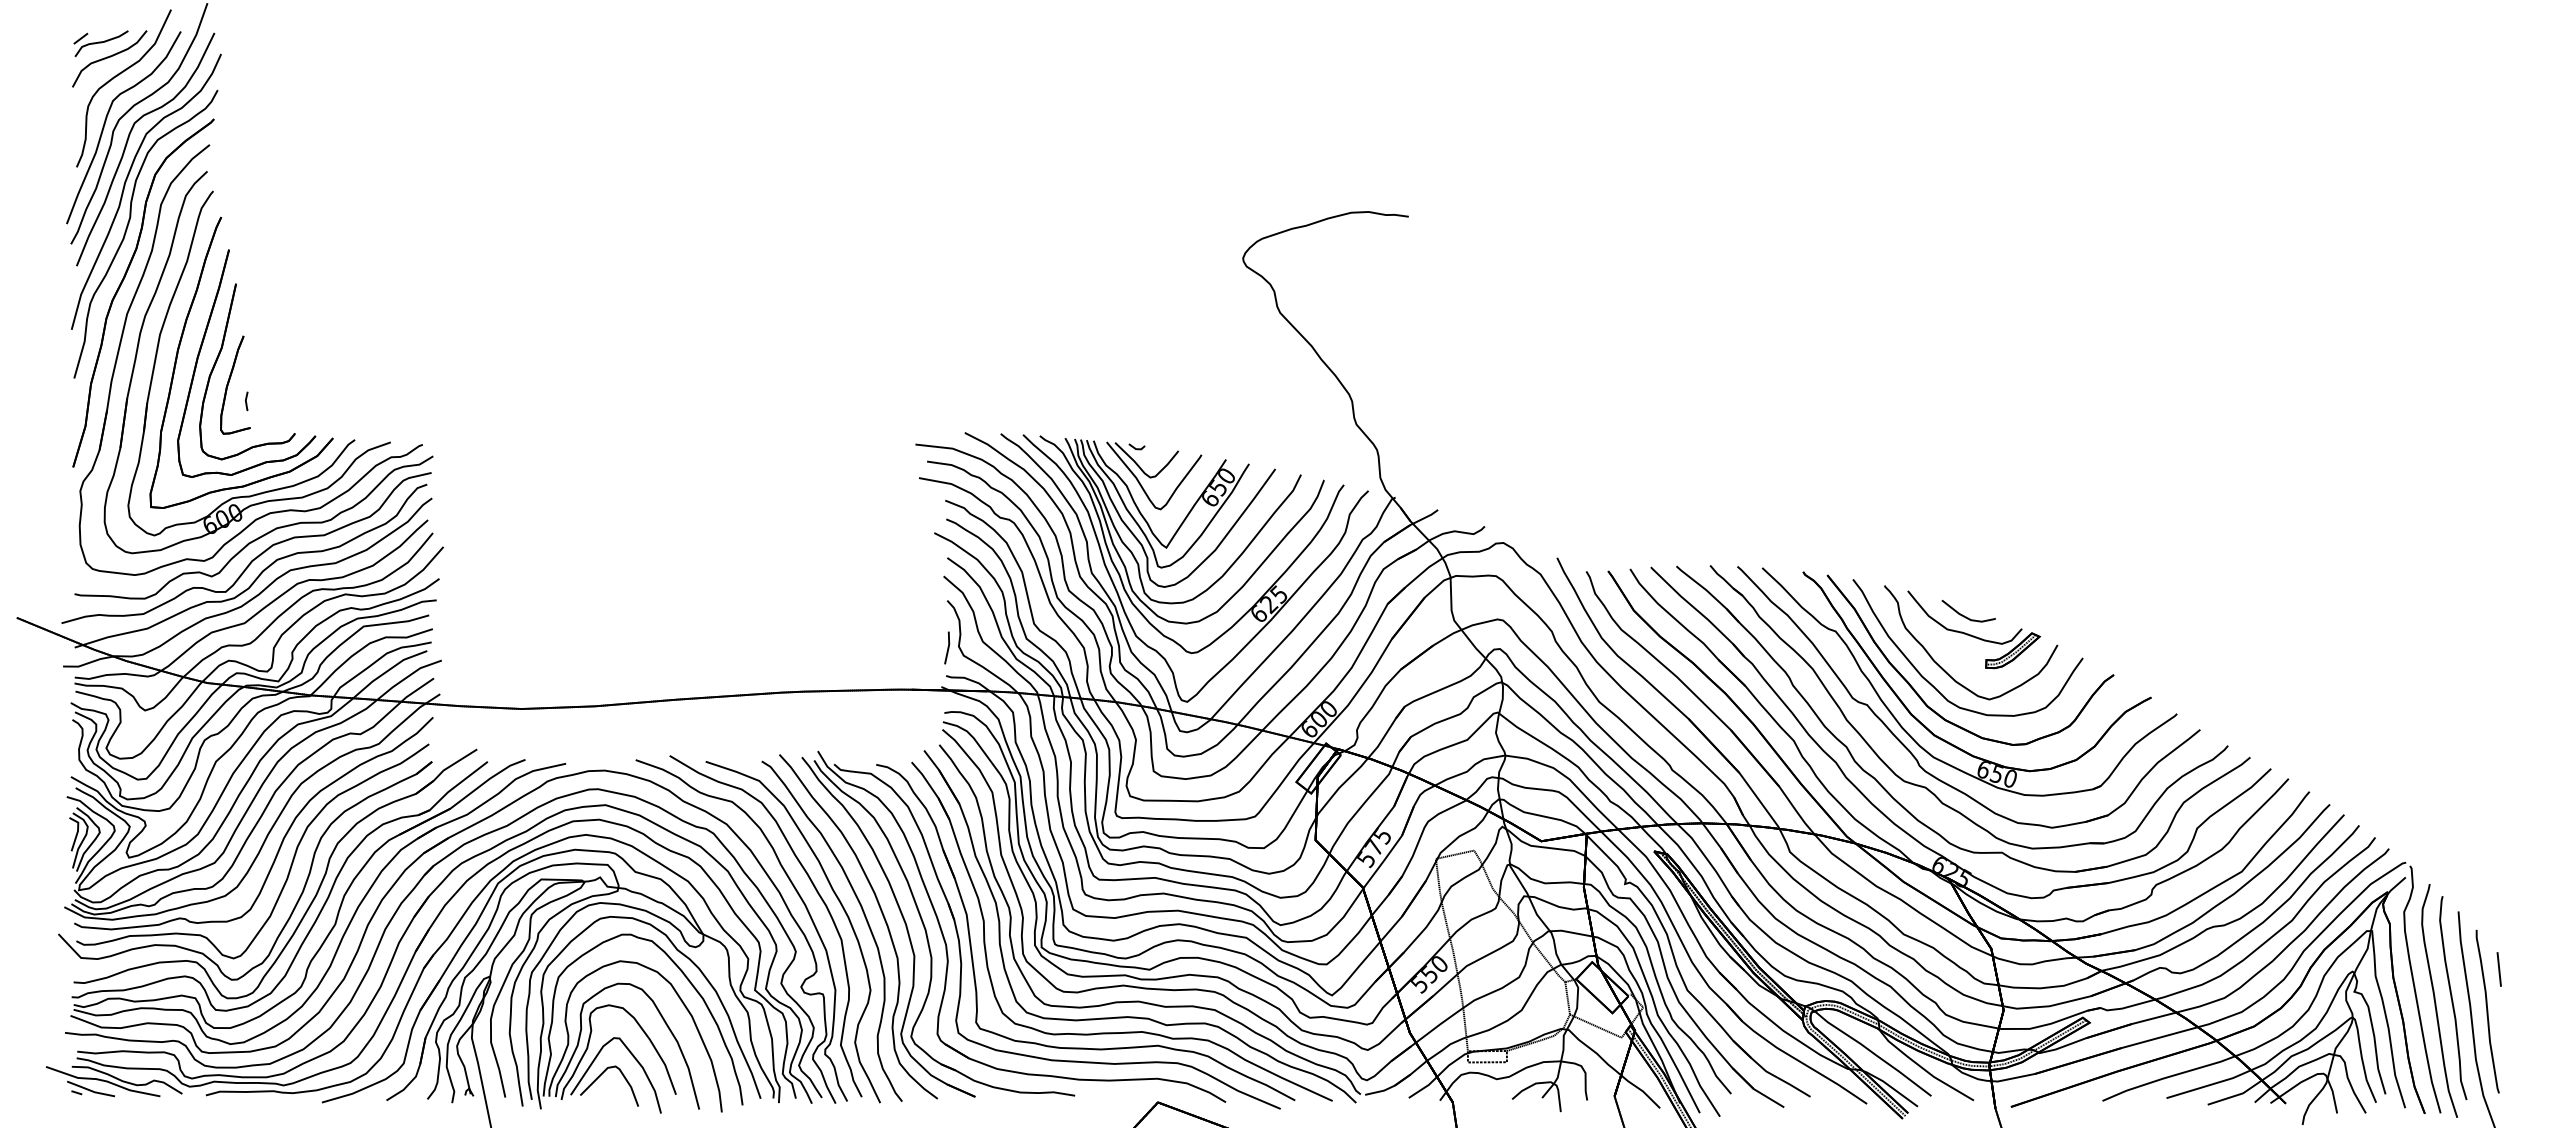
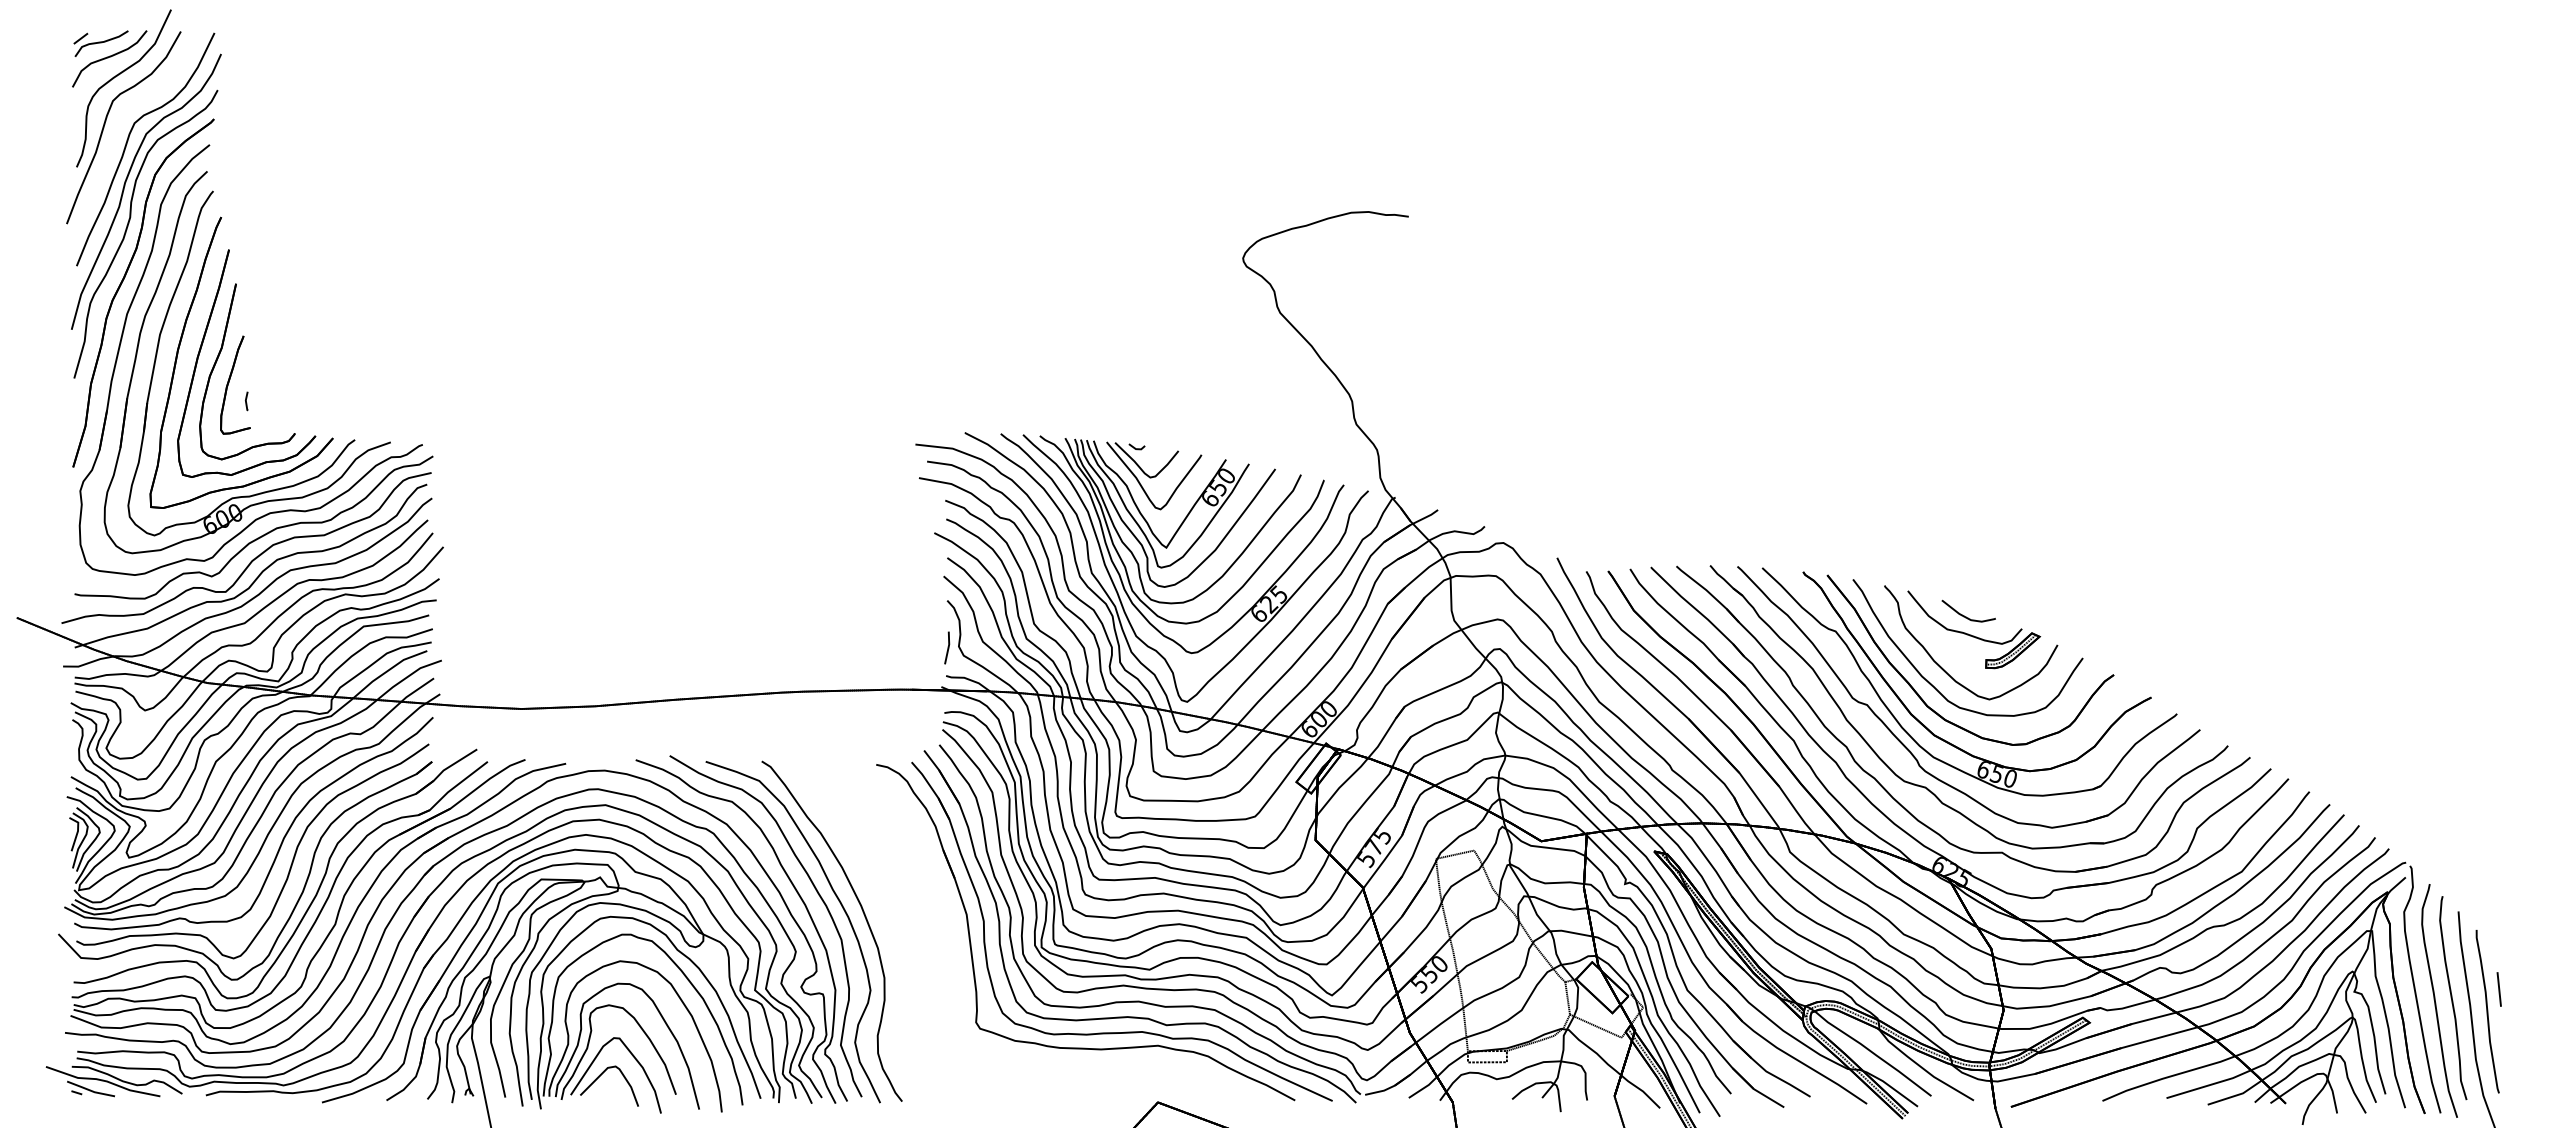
part at (128, 112): present -> none
part at (960, 943): present -> none
line at (2498, 969) position: (2498, 969) -> (2498, 989)
